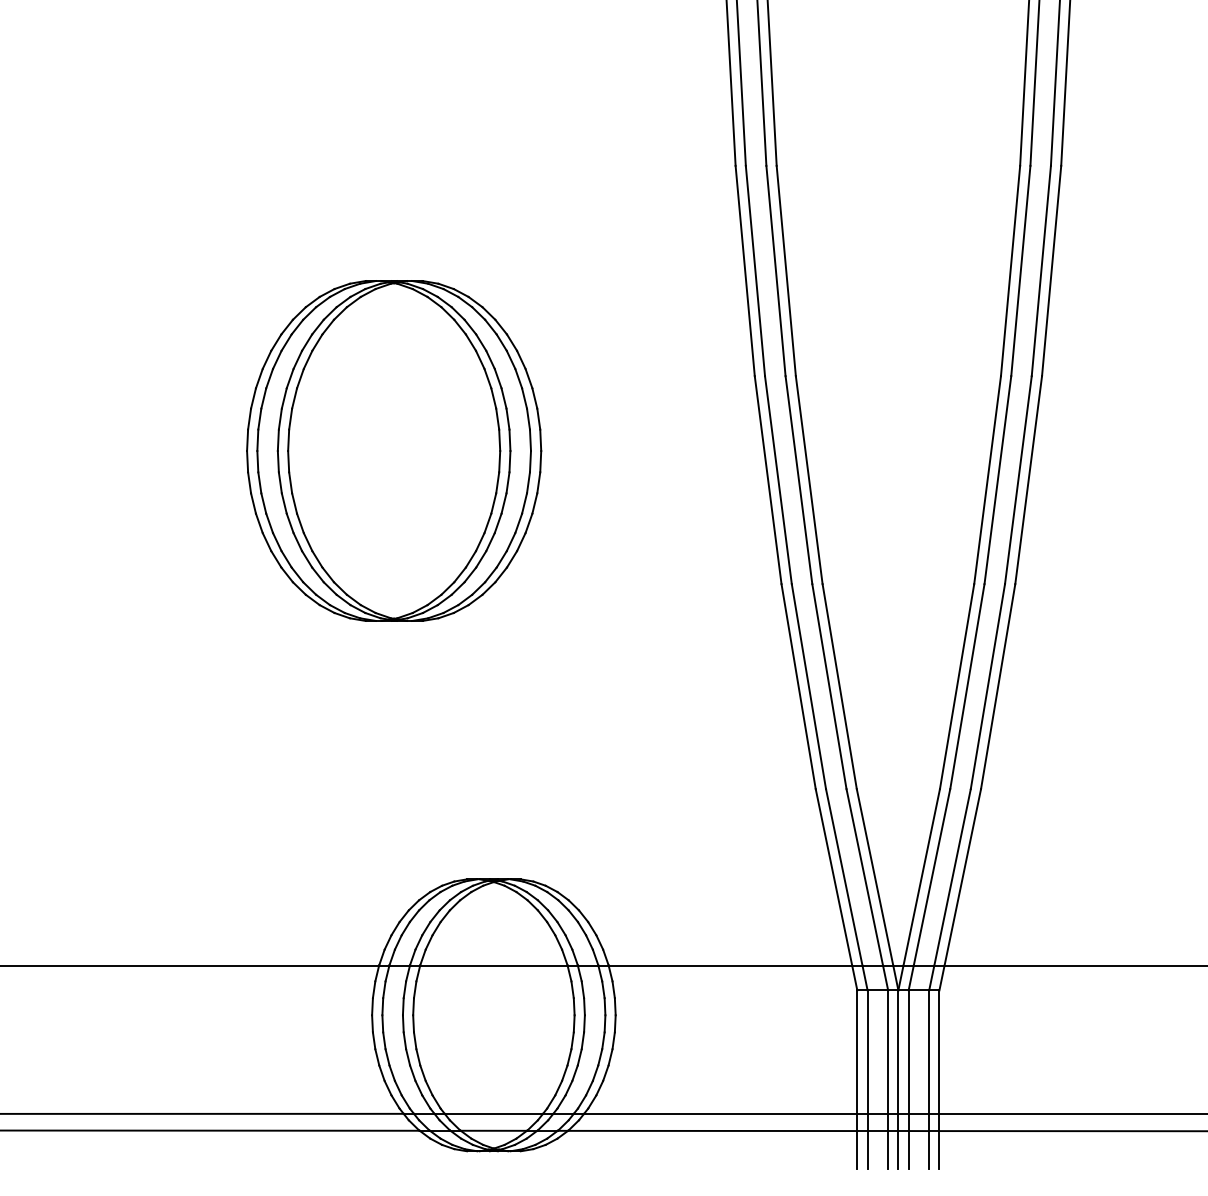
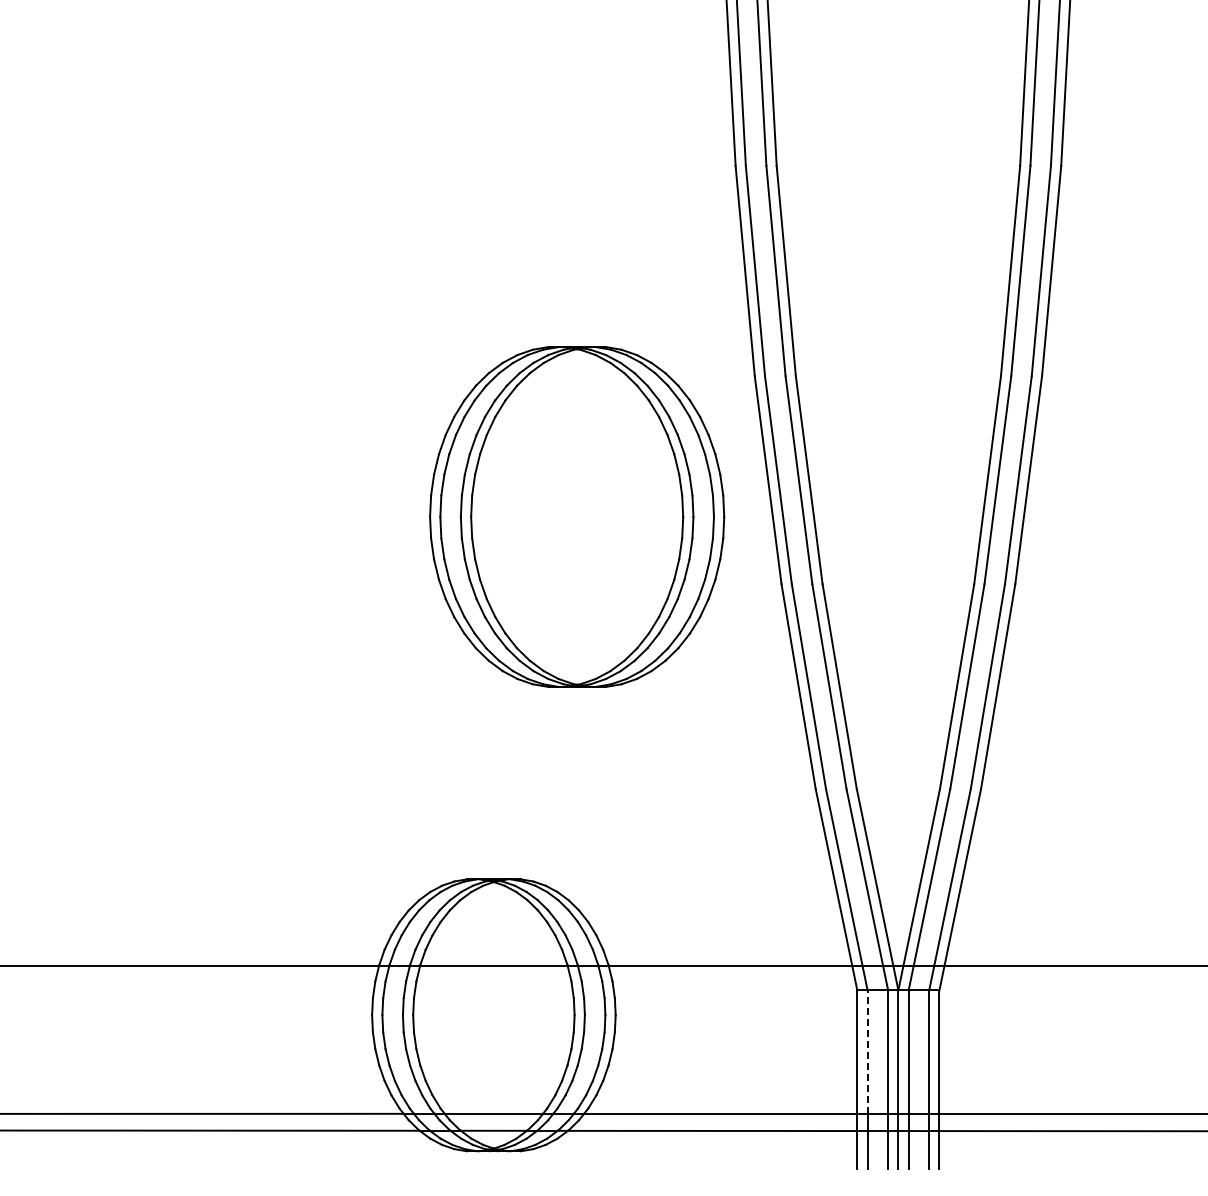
part at (394, 450) position: (394, 450) -> (577, 516)
line at (867, 1052): solid -> dashed
